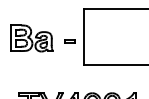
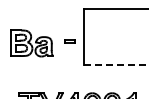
part at (31, 38) position: (31, 38) -> (31, 43)
line at (116, 65): solid -> dashed
